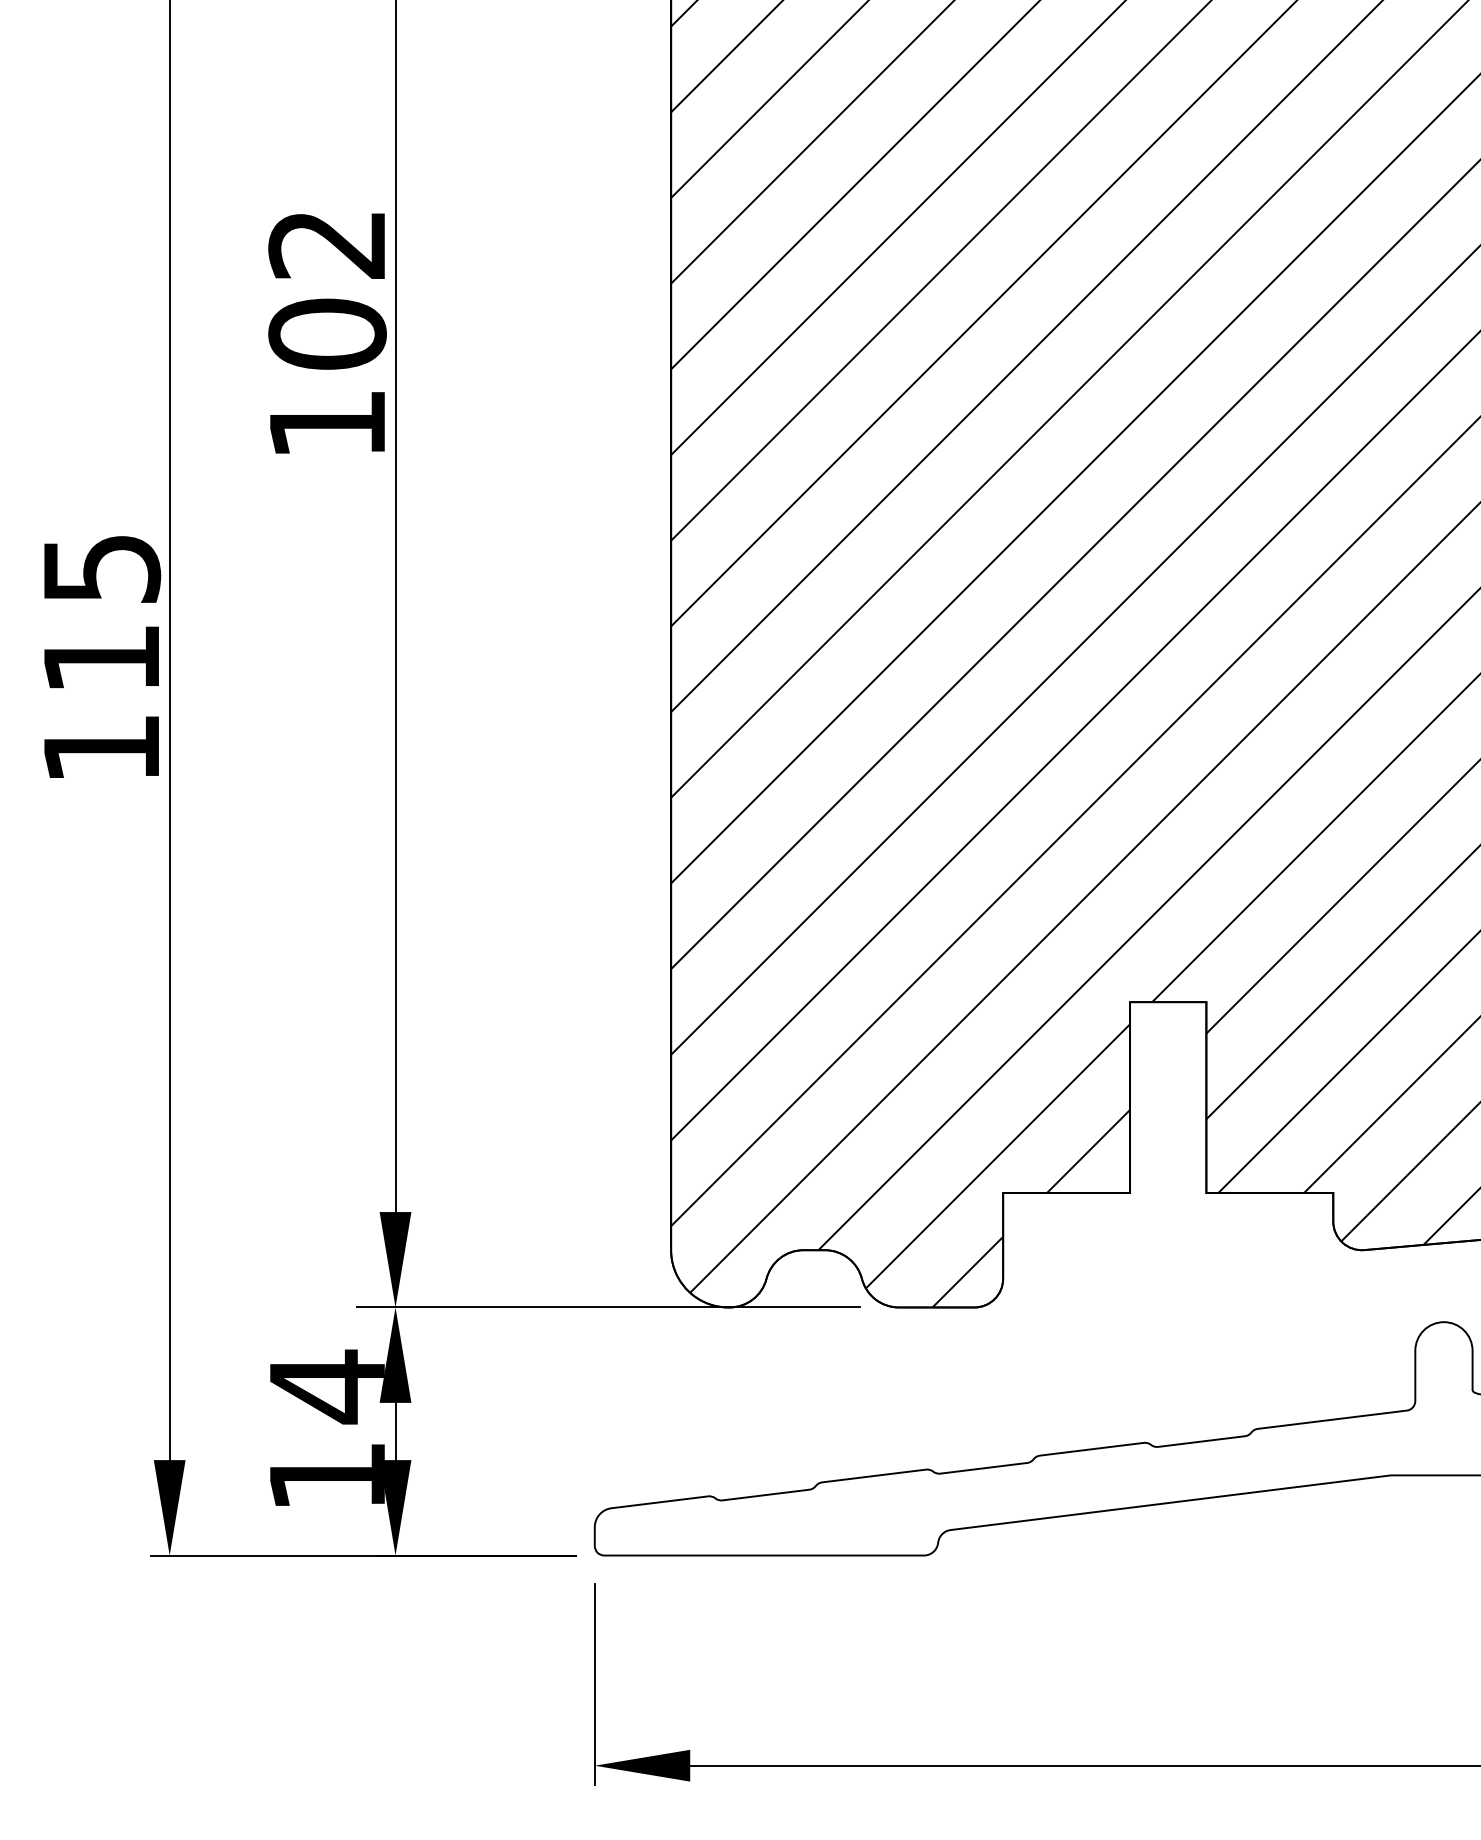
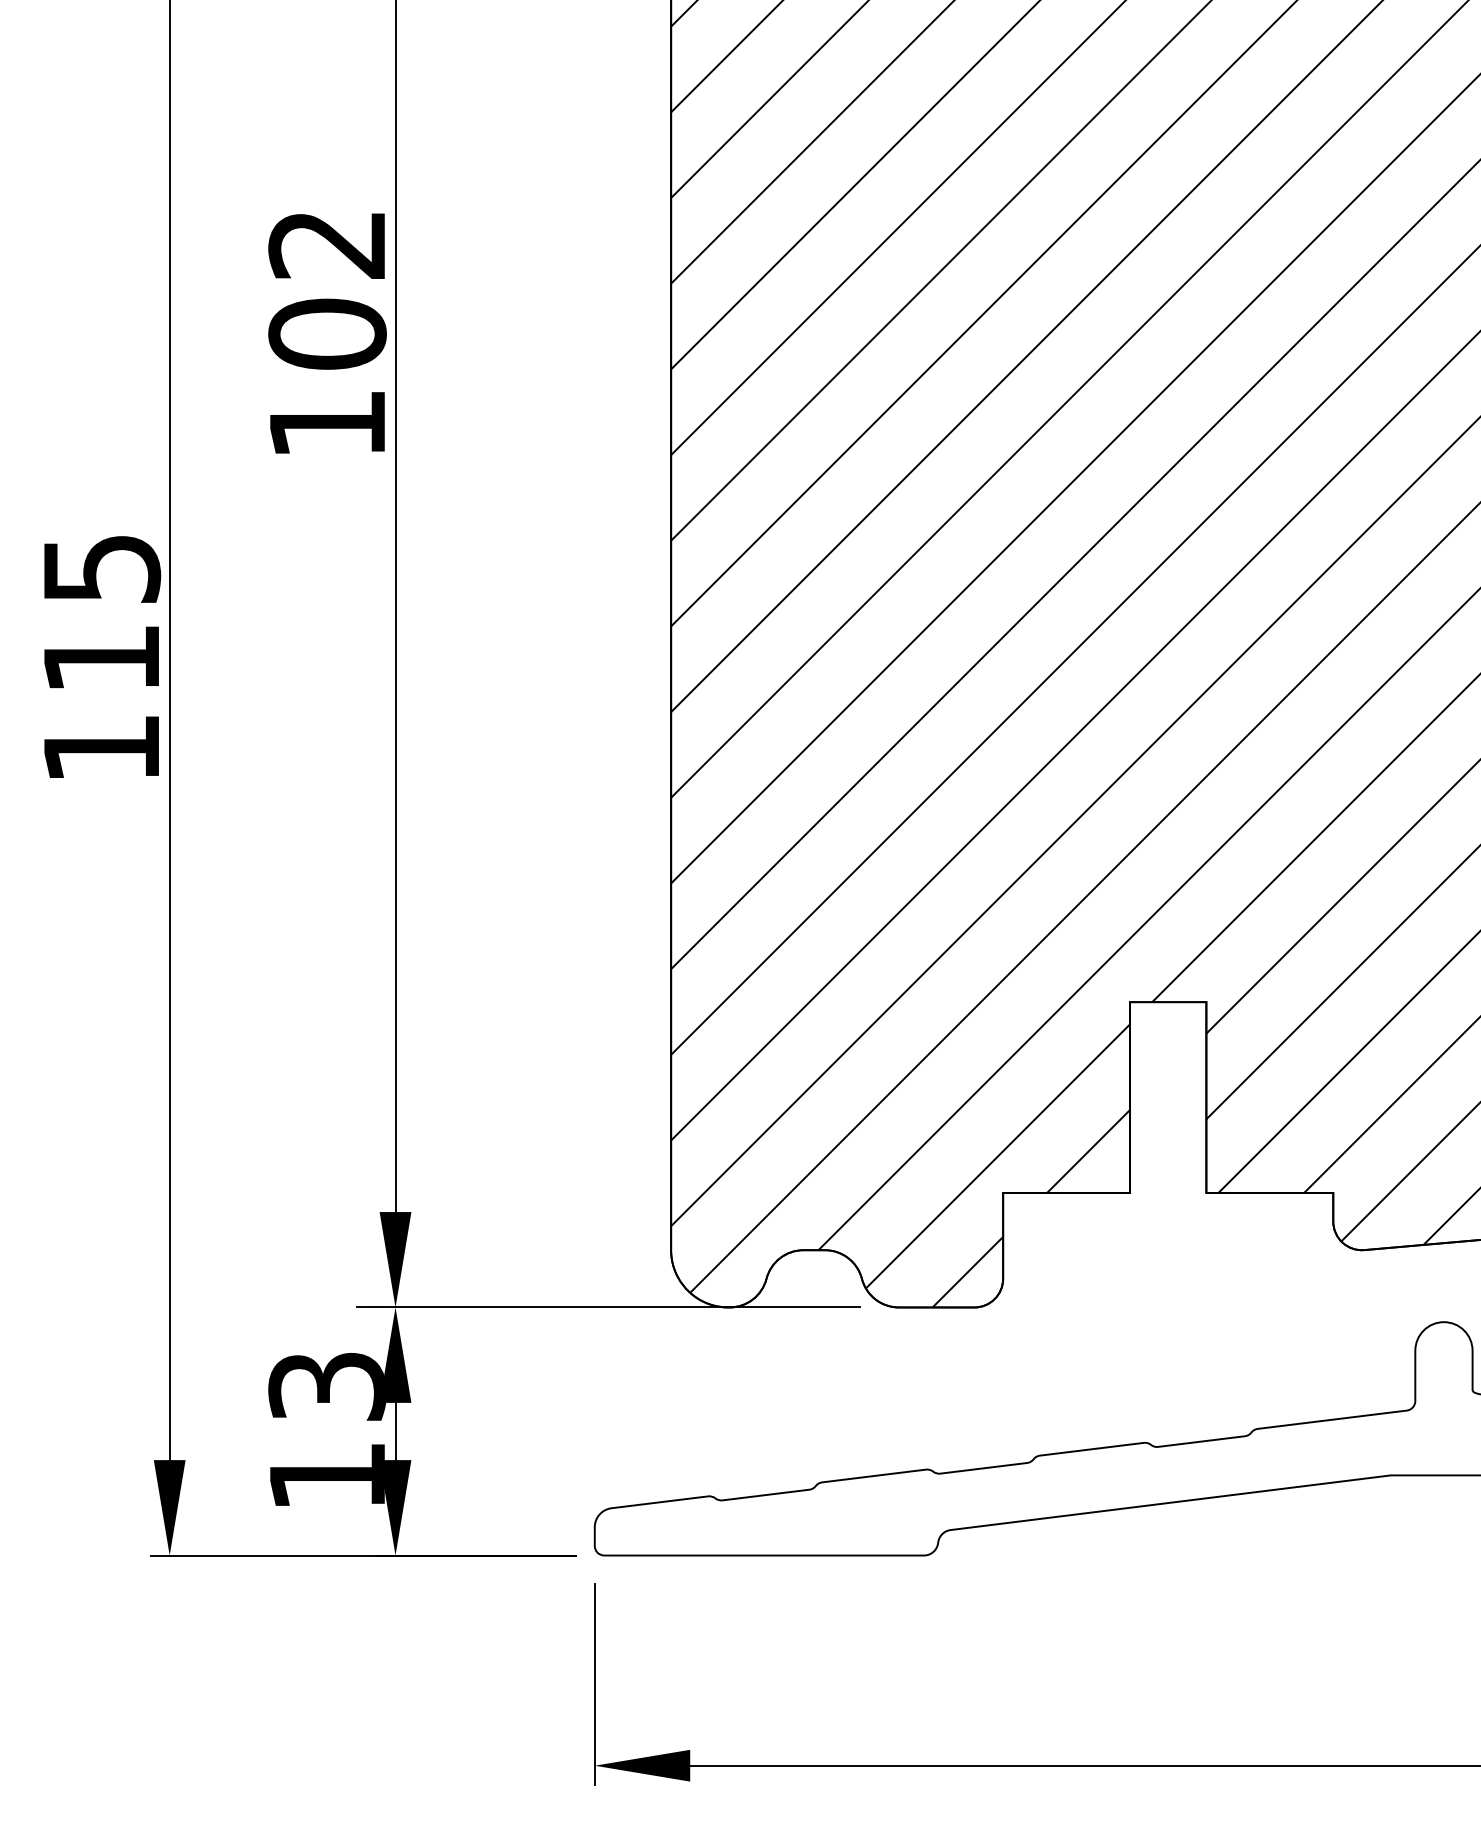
text at (327, 1386): 14 -> 13
